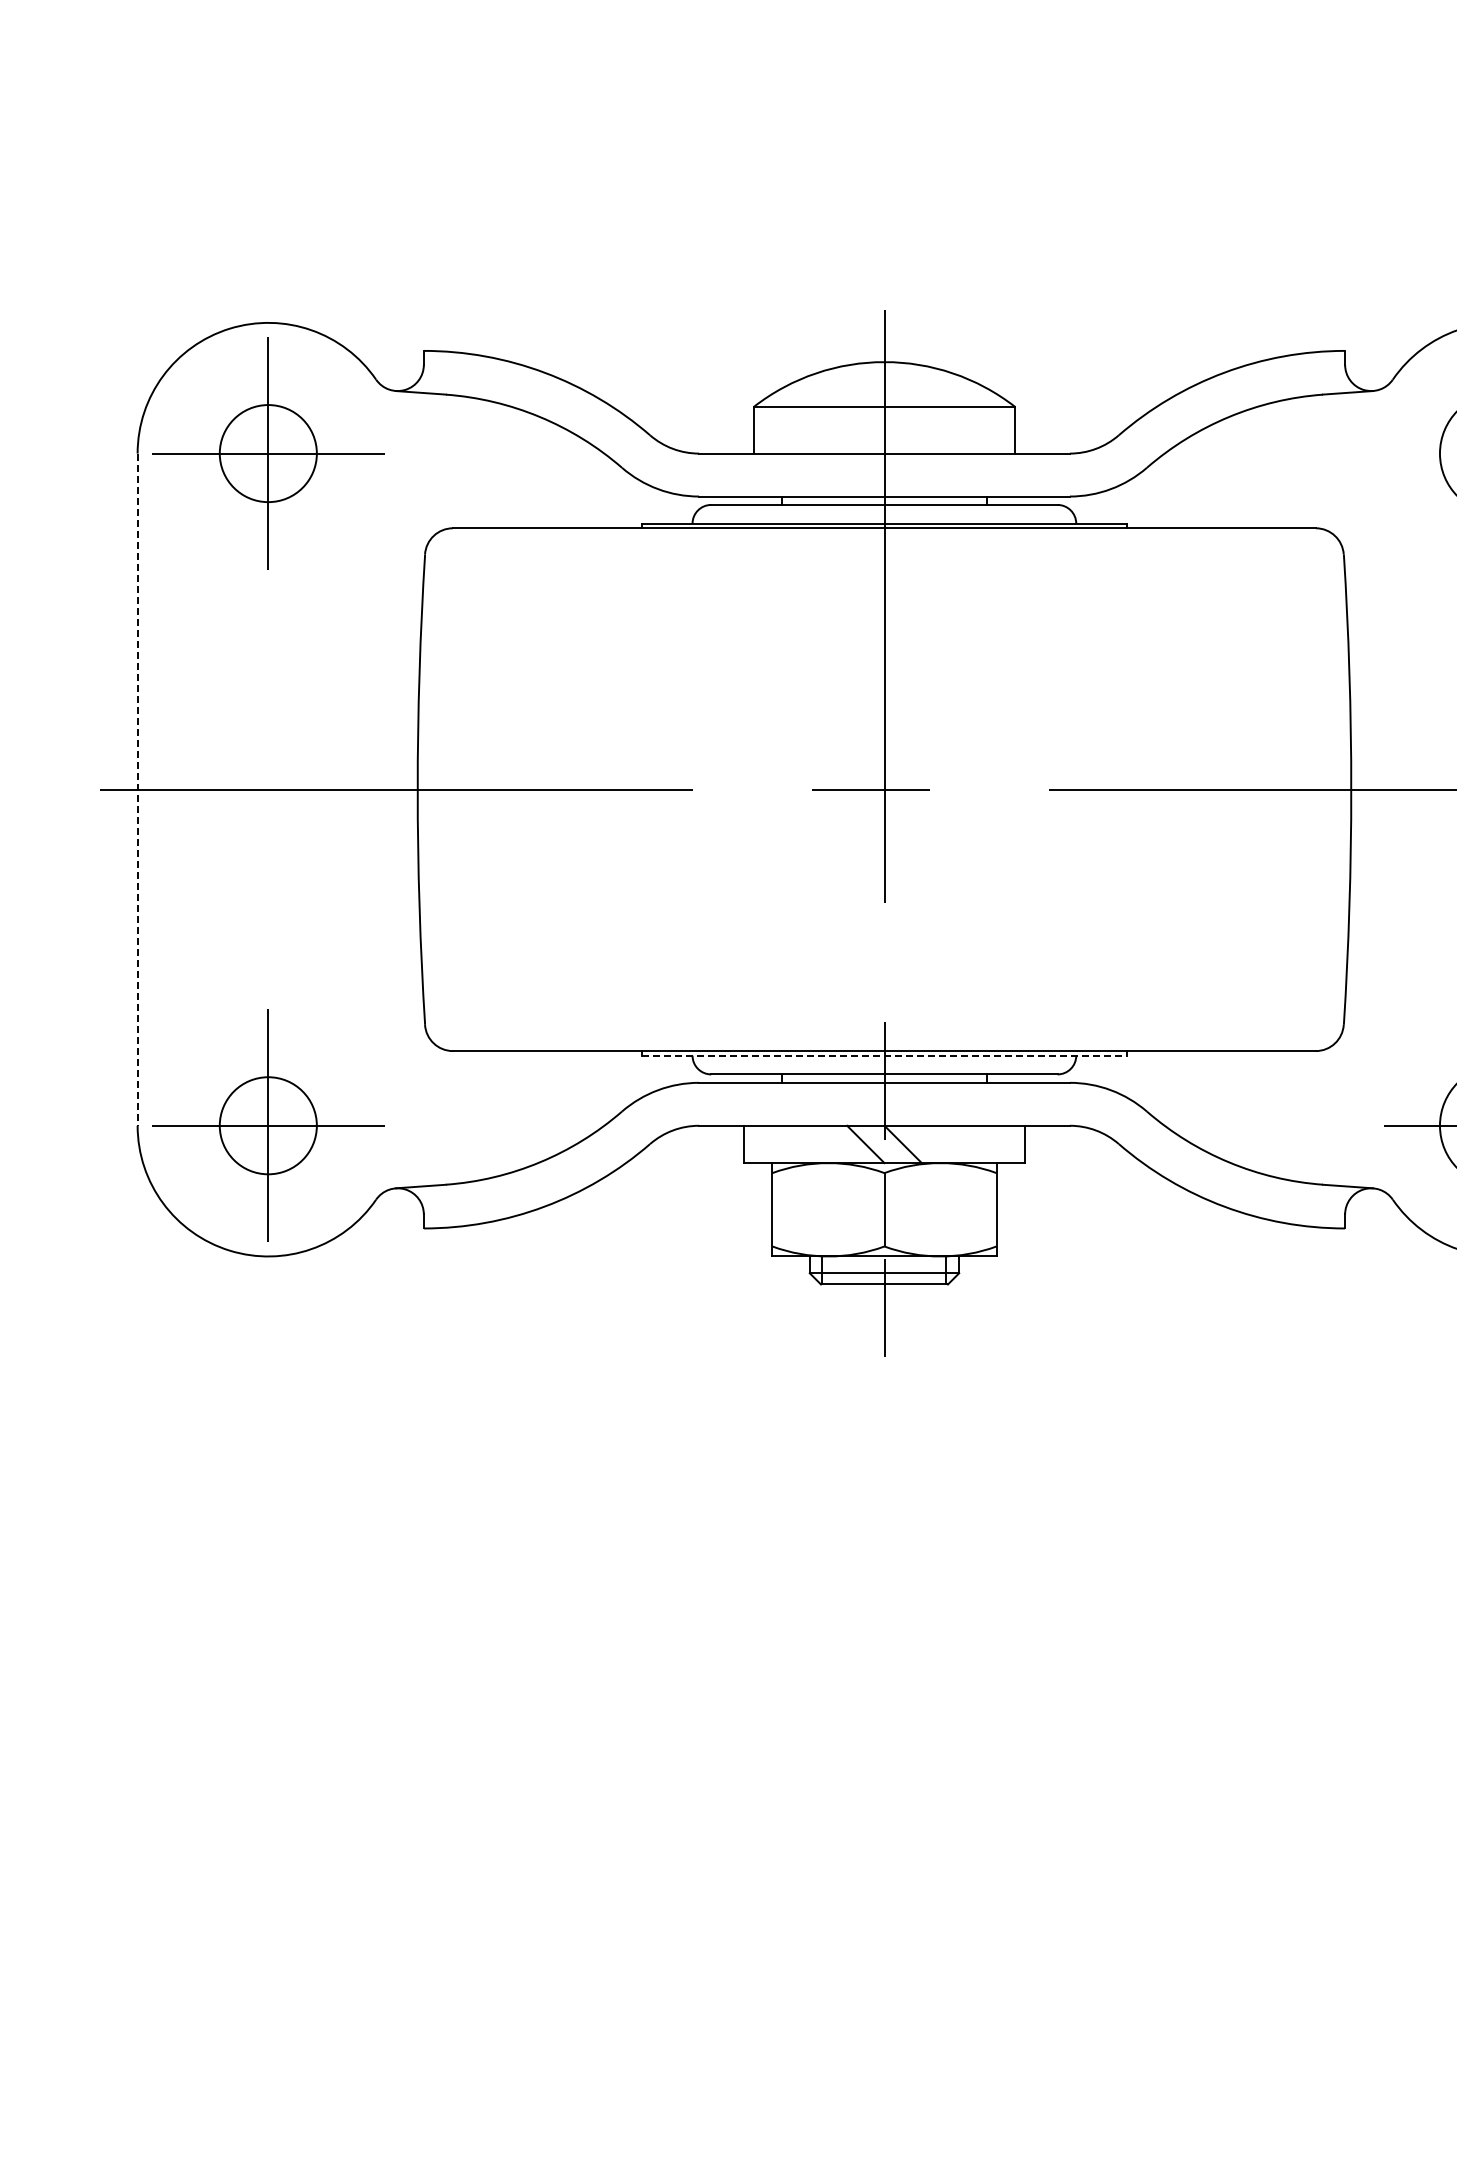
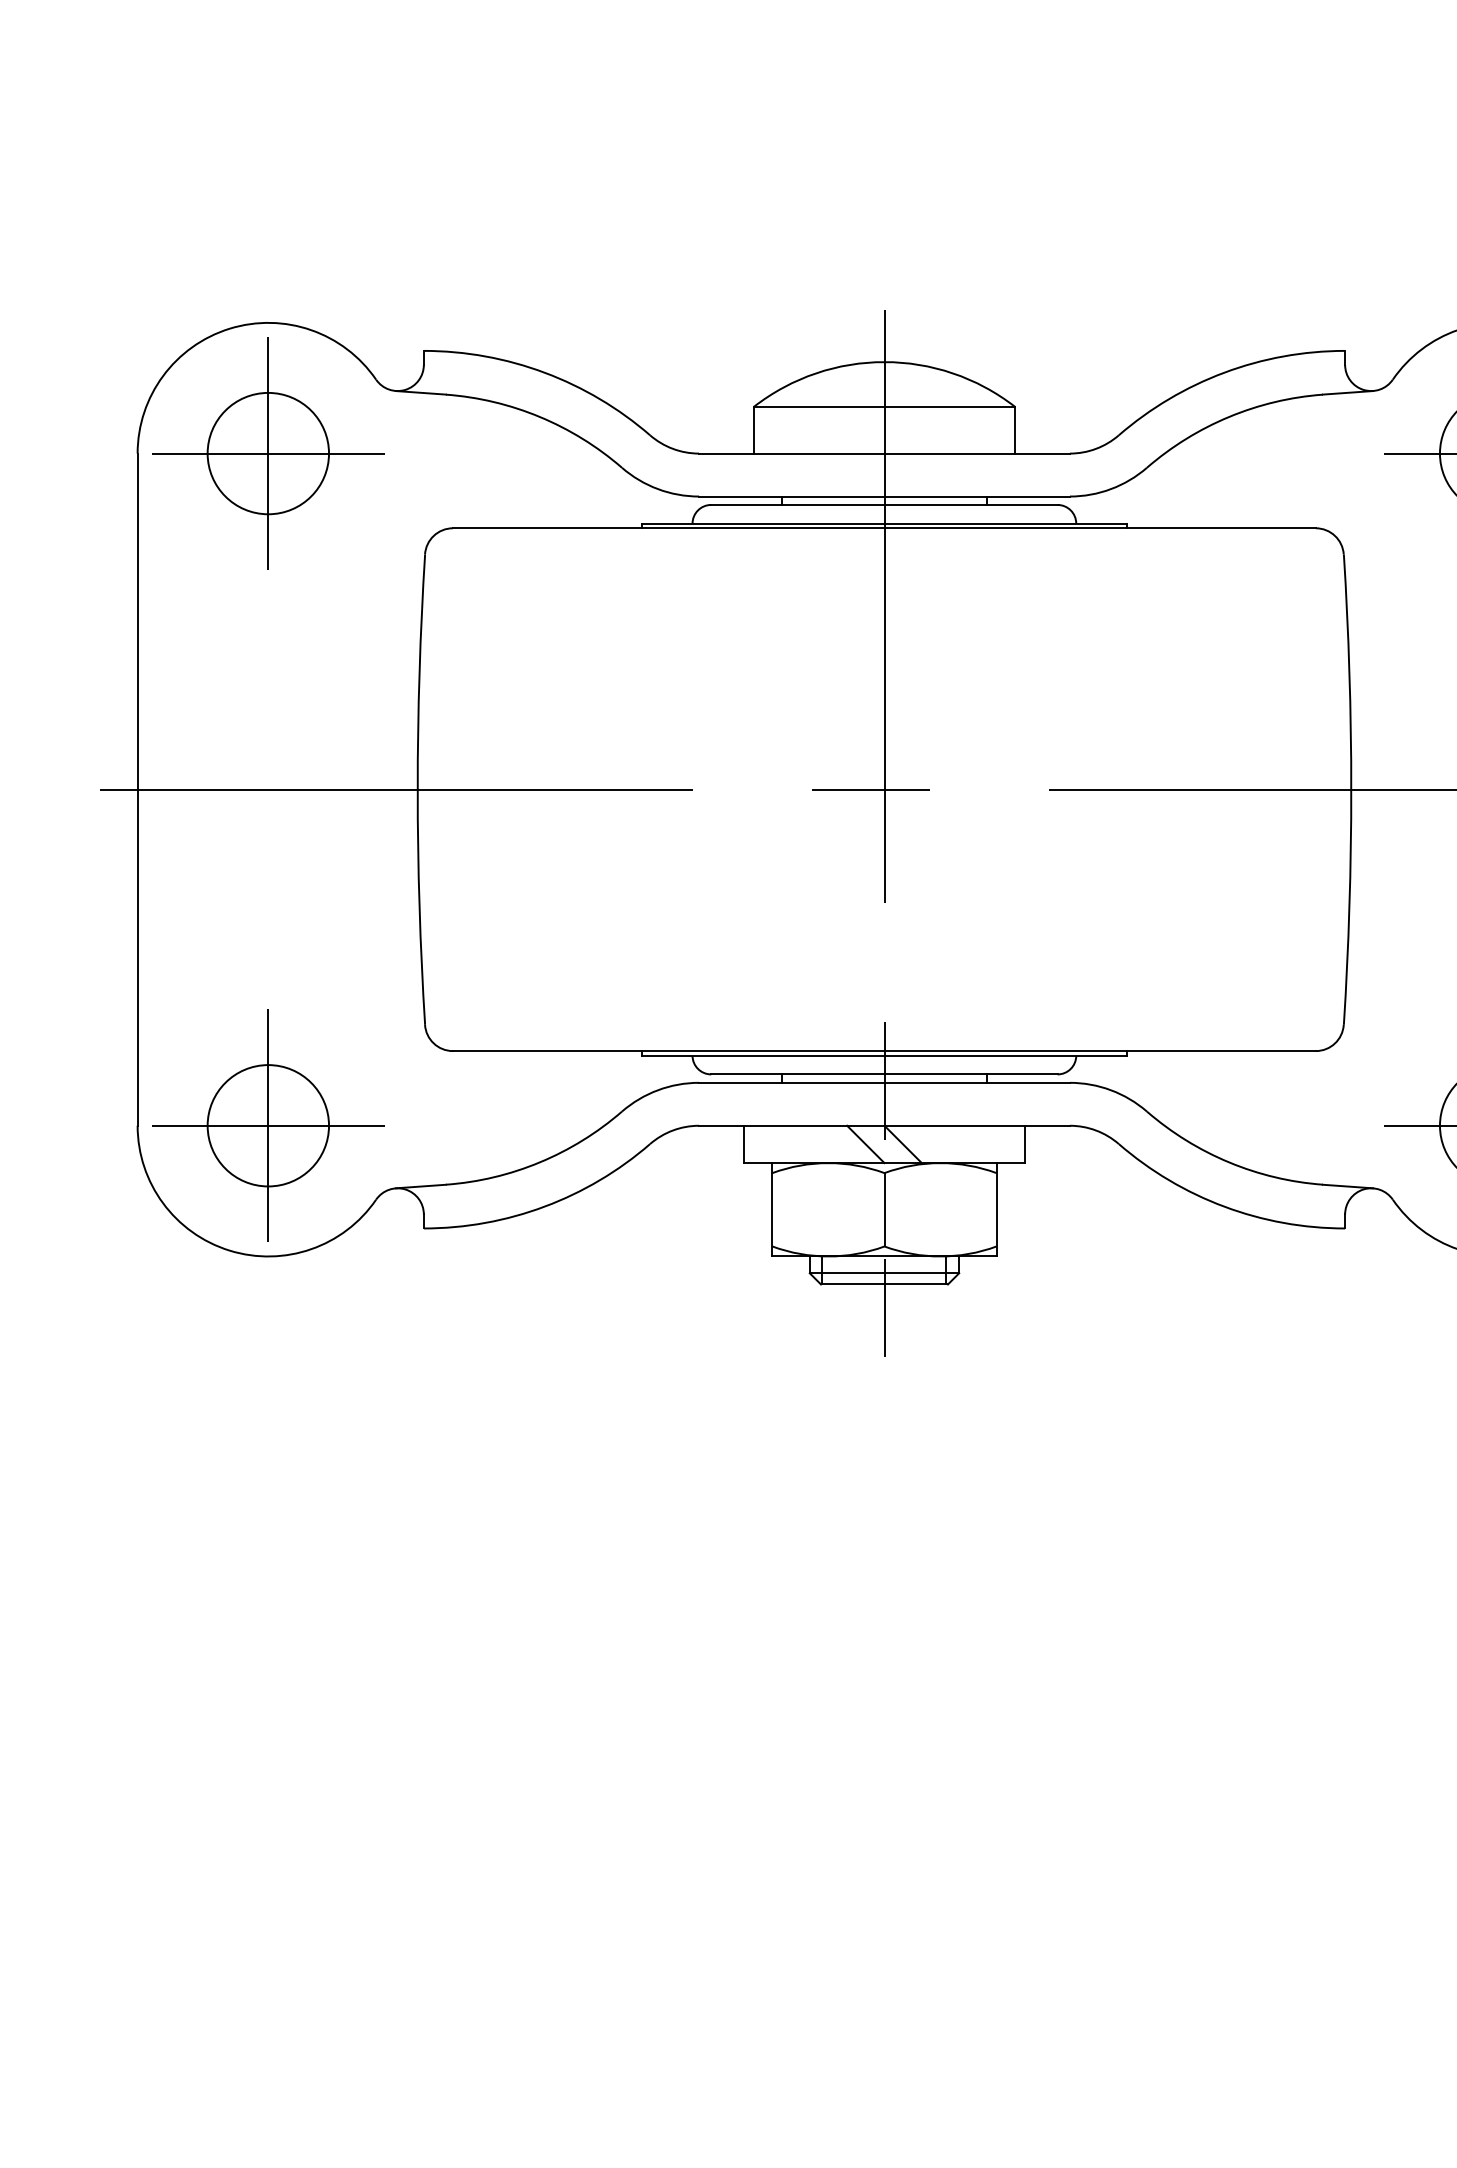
circle at (267, 453) diameter: 97 px -> 121 px
line at (1418, 453): none -> present
line at (137, 790): dashed -> solid
line at (884, 1055): dashed -> solid
circle at (267, 1125) diameter: 97 px -> 121 px
